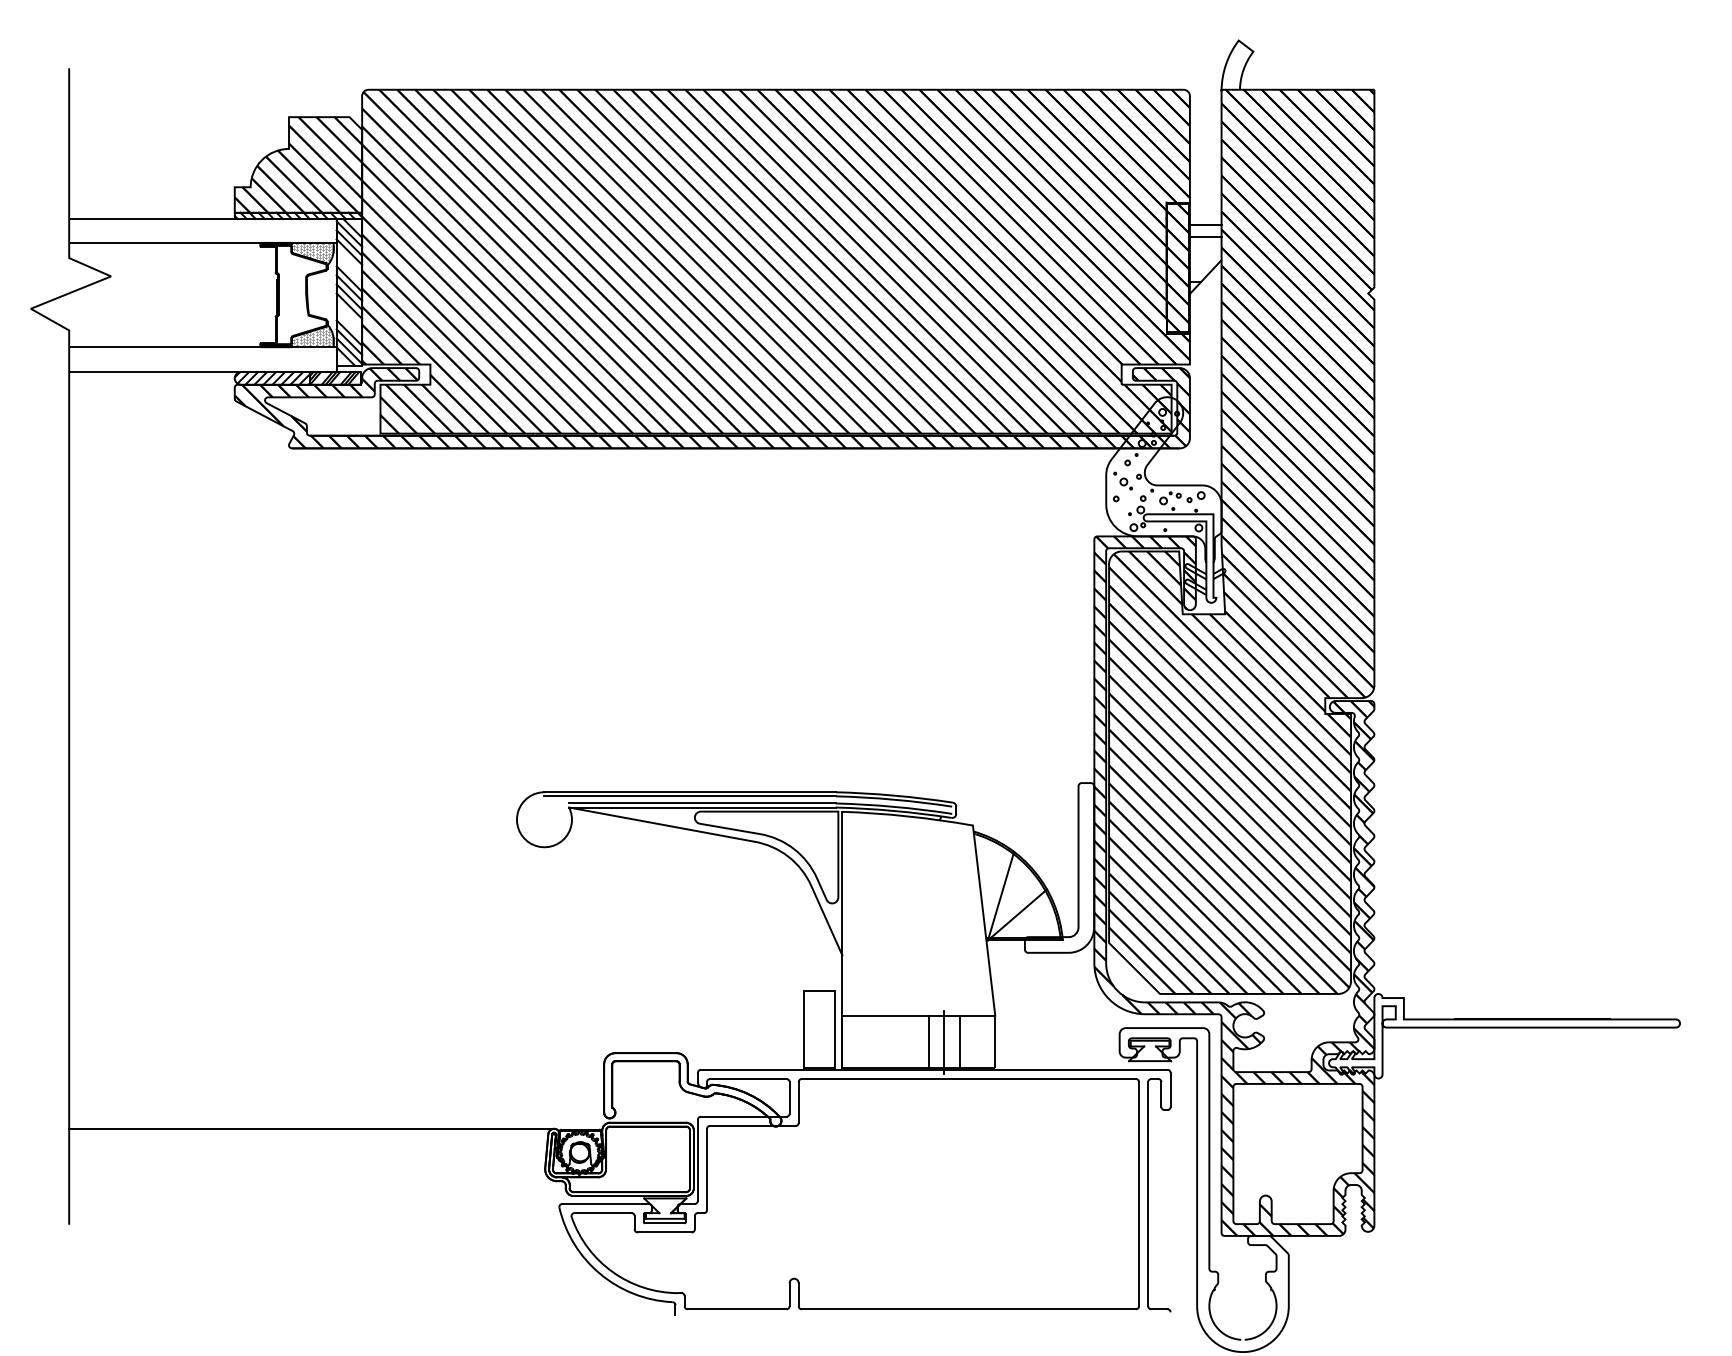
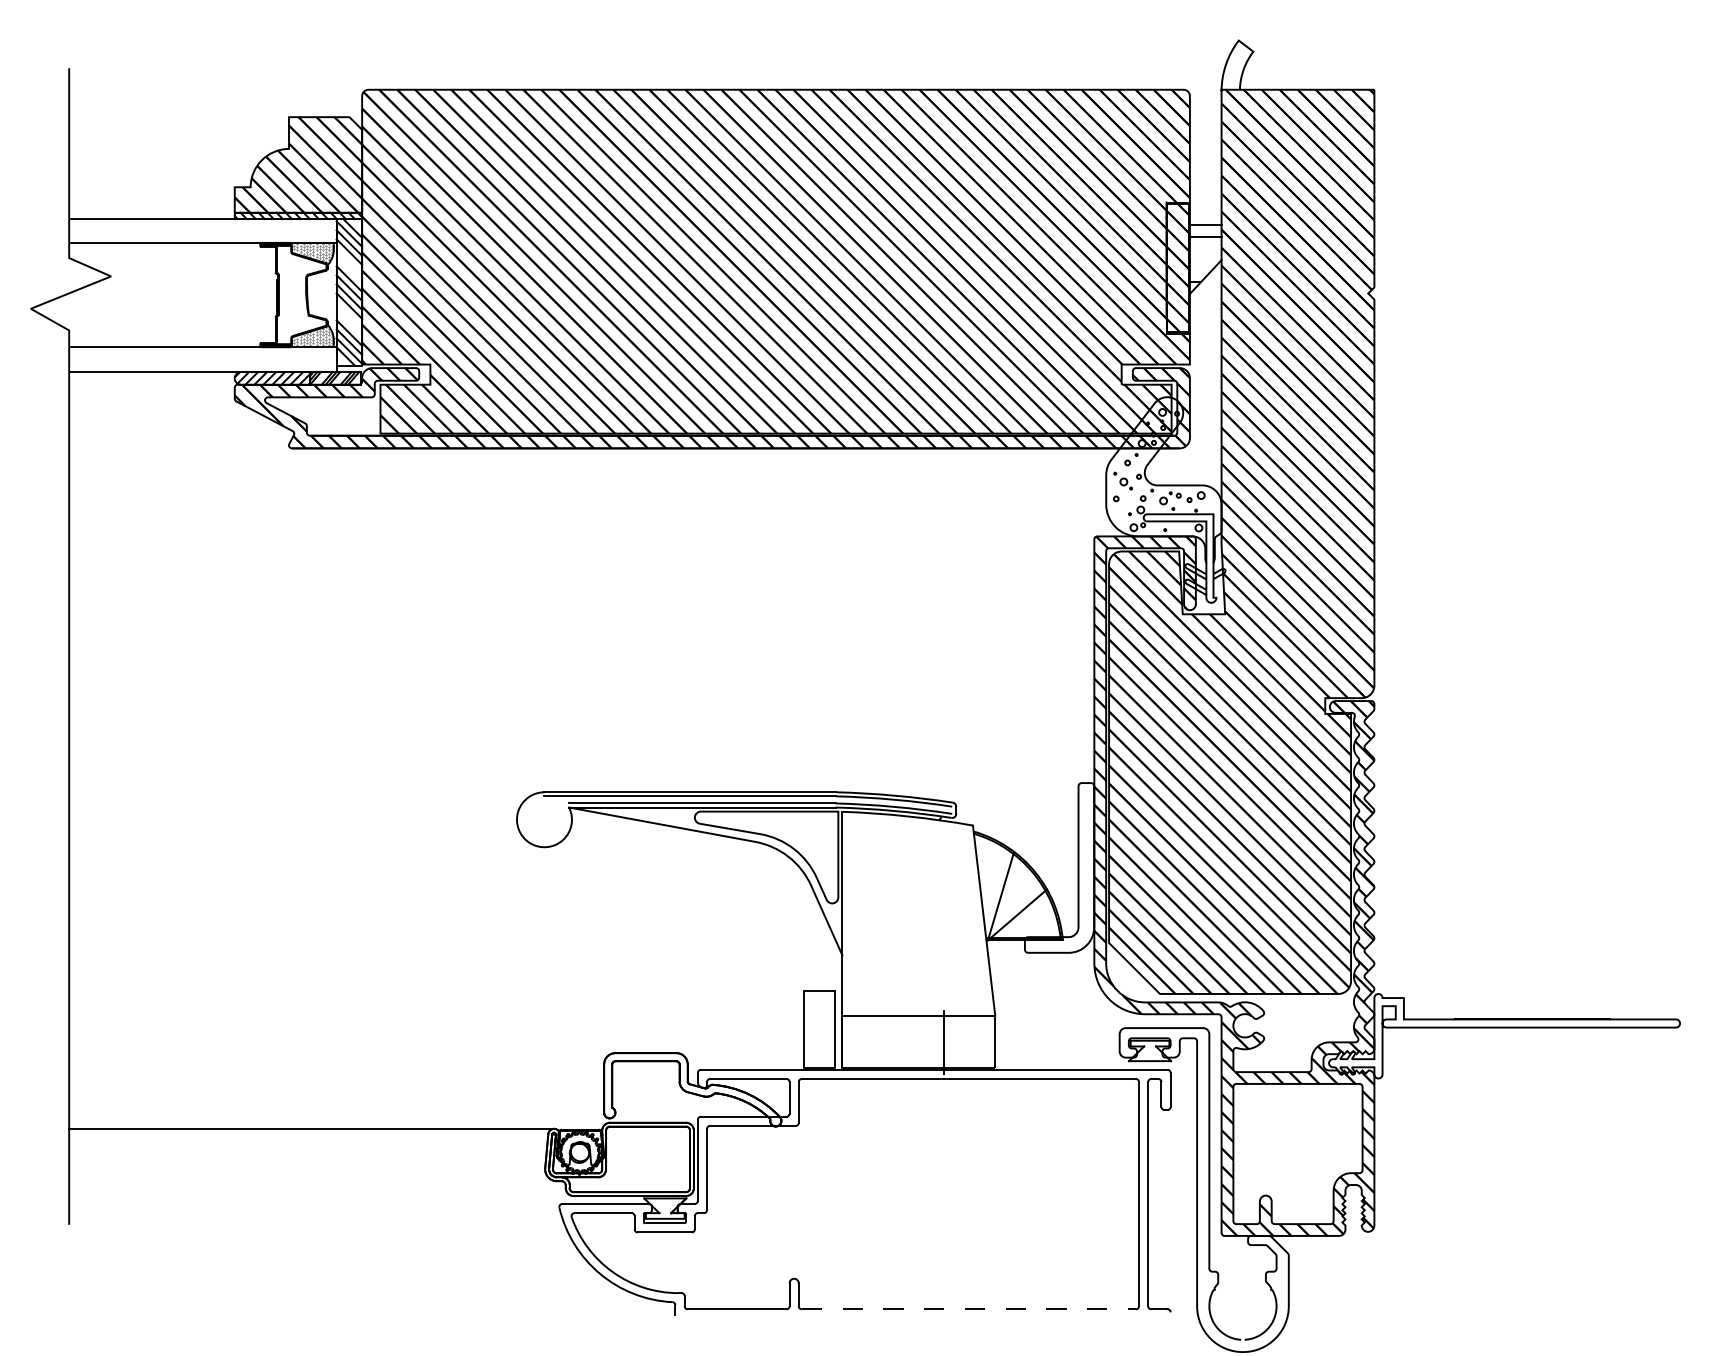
line at (929, 1041): present -> none
line at (959, 1041): present -> none
line at (969, 1309): solid -> dashed
